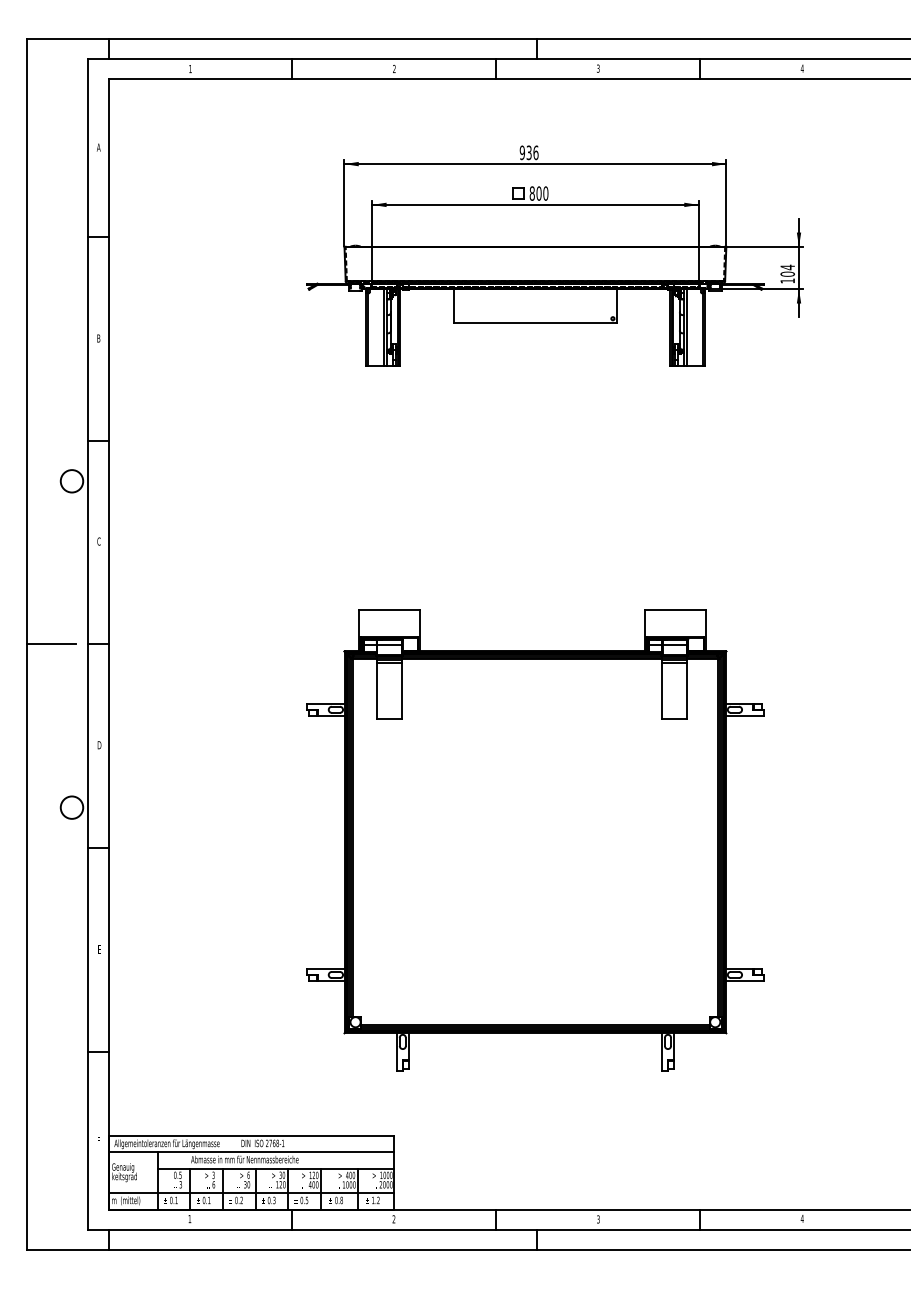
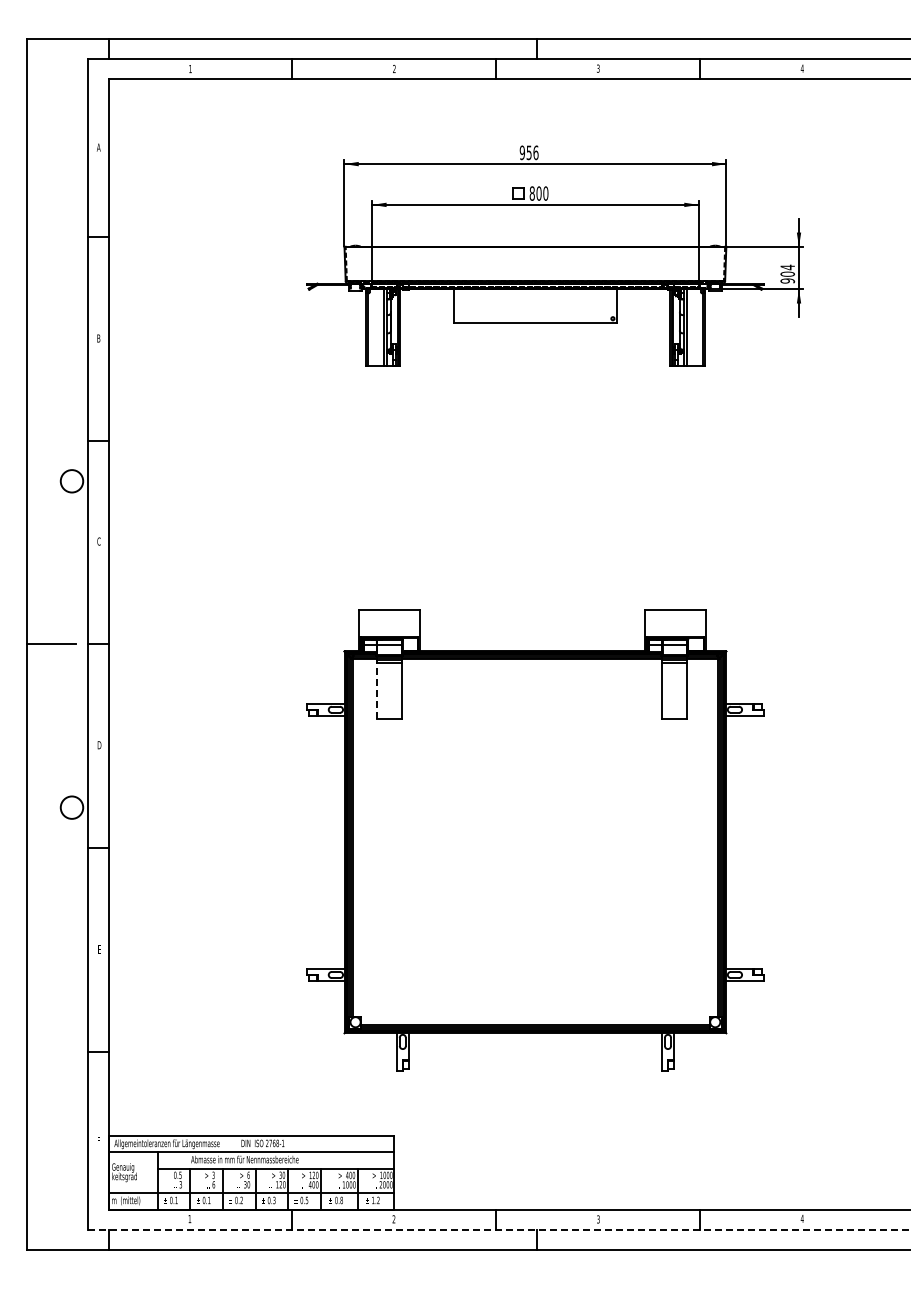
text at (528, 152): 936 -> 956
text at (787, 280): 104 -> 904
line at (376, 690): solid -> dashed
line at (499, 1229): solid -> dashed
